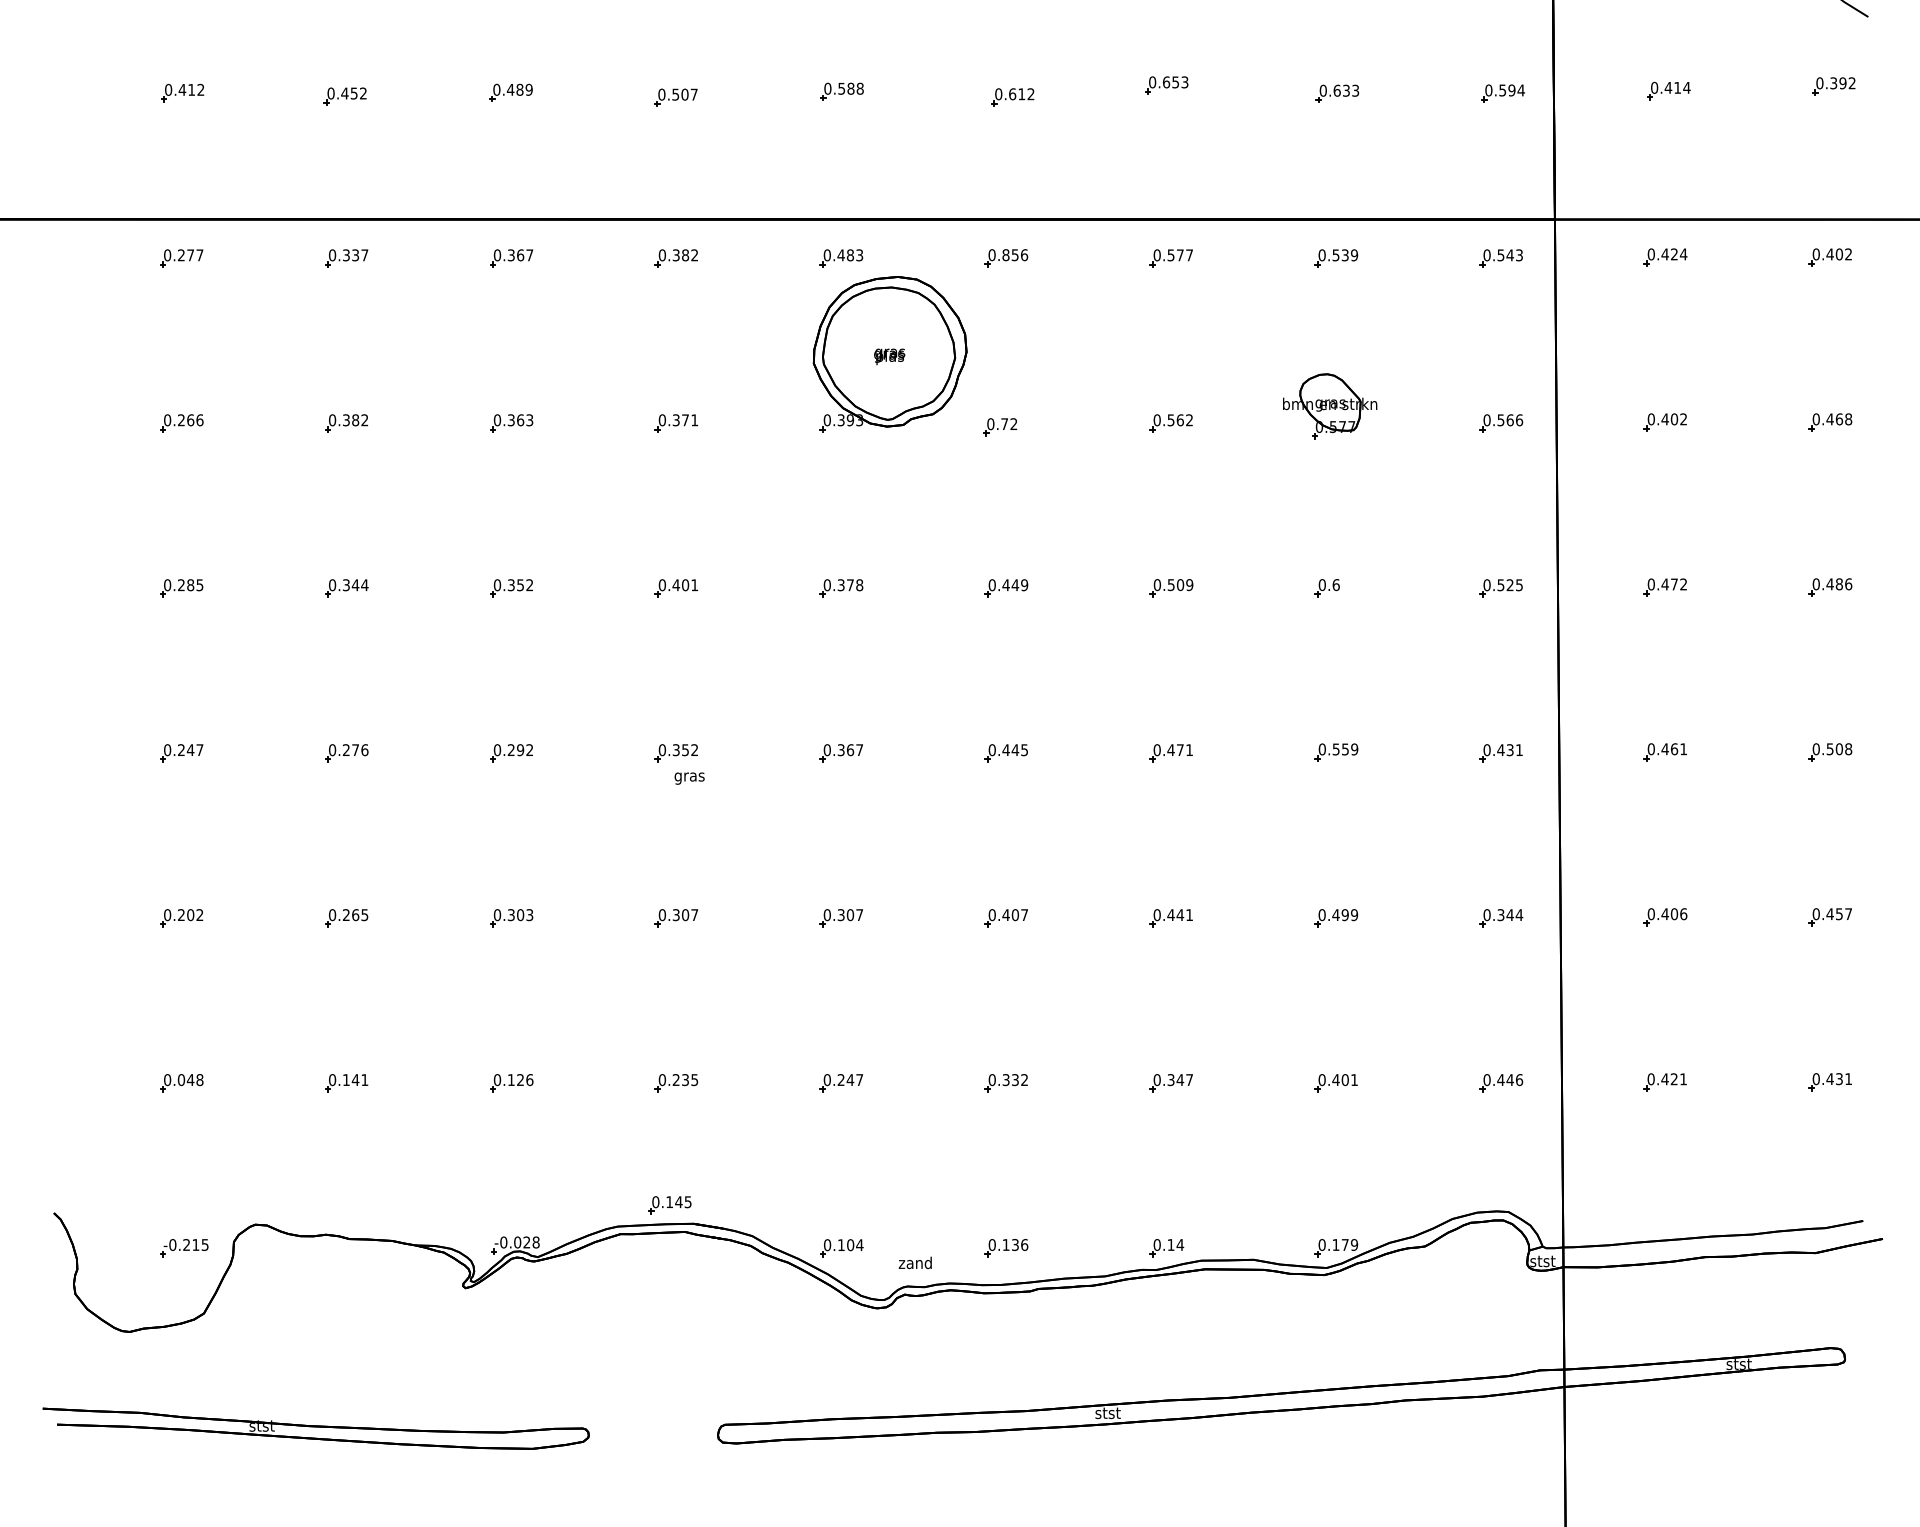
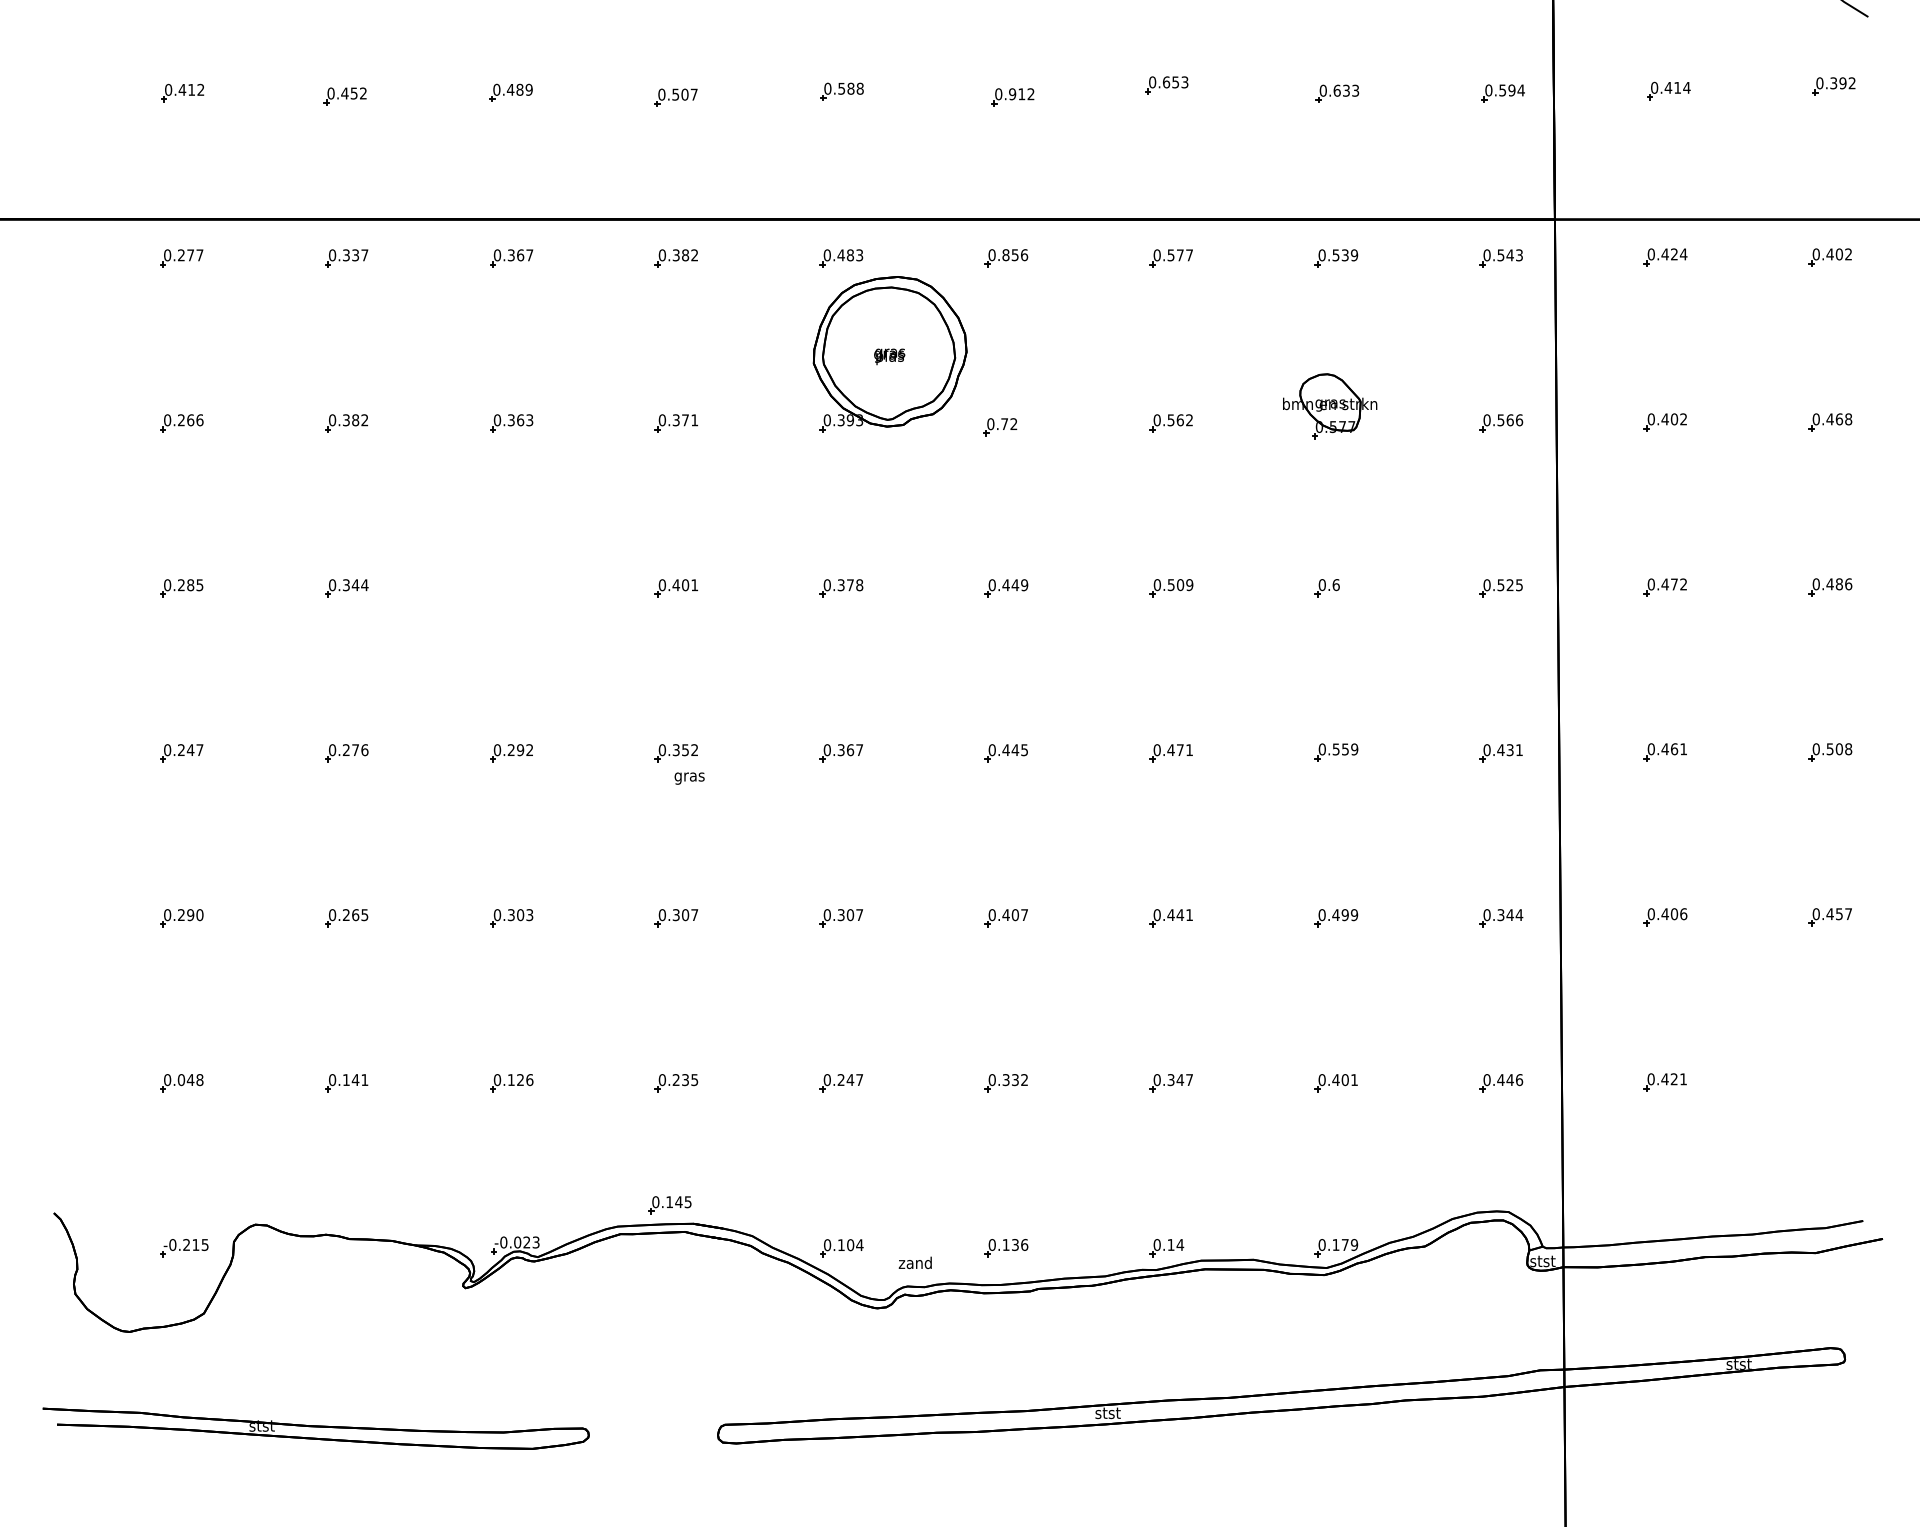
text at (1012, 94): 0.612 -> 0.912
part at (511, 588): present -> none
text at (195, 915): 0.202 -> 0.290
part at (1829, 1082): present -> none
text at (535, 1242): -0.028 -> -0.023
